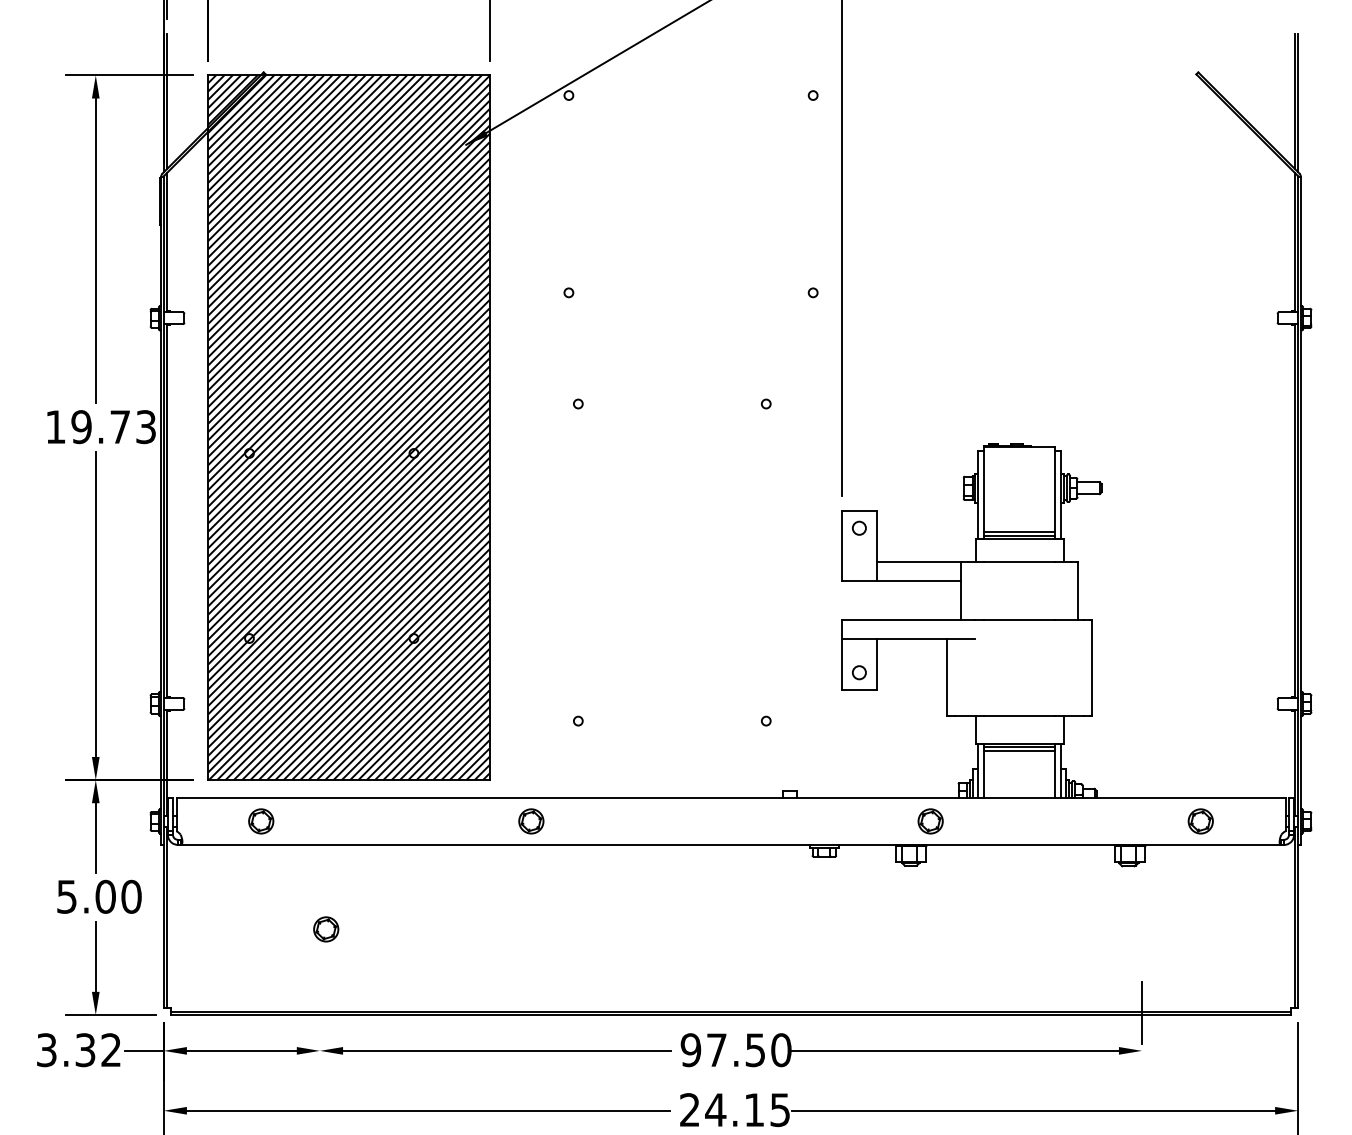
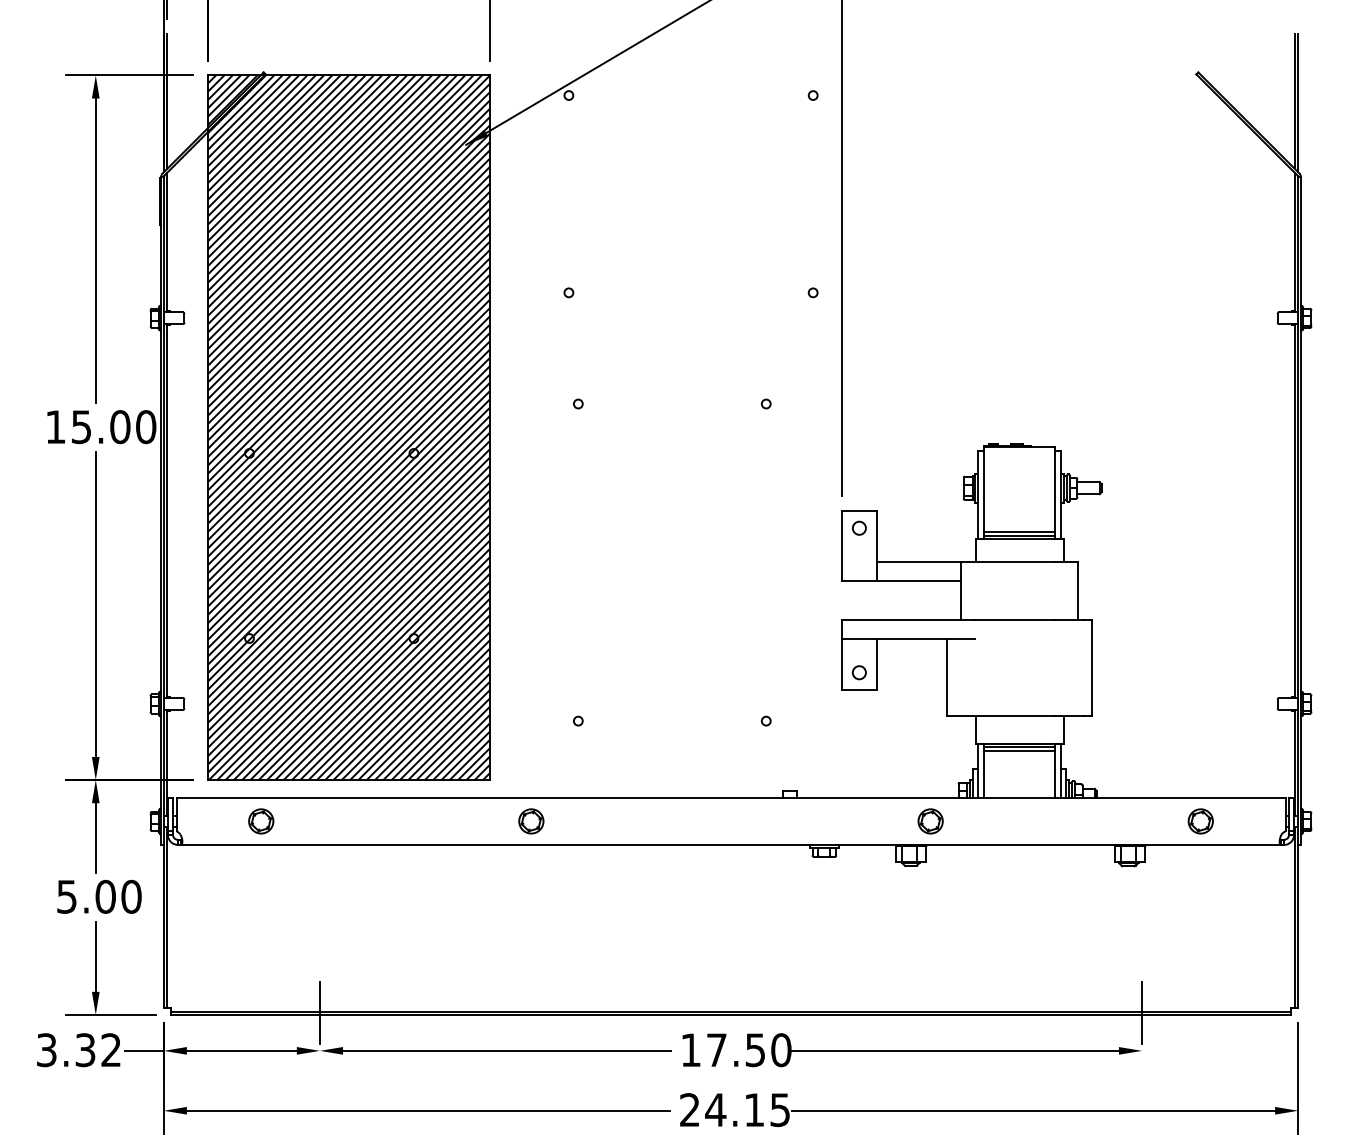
text at (113, 427): 19.73 -> 15.00
part at (326, 929): present -> none
line at (319, 1013): none -> present
text at (690, 1050): 97.50 -> 17.50
